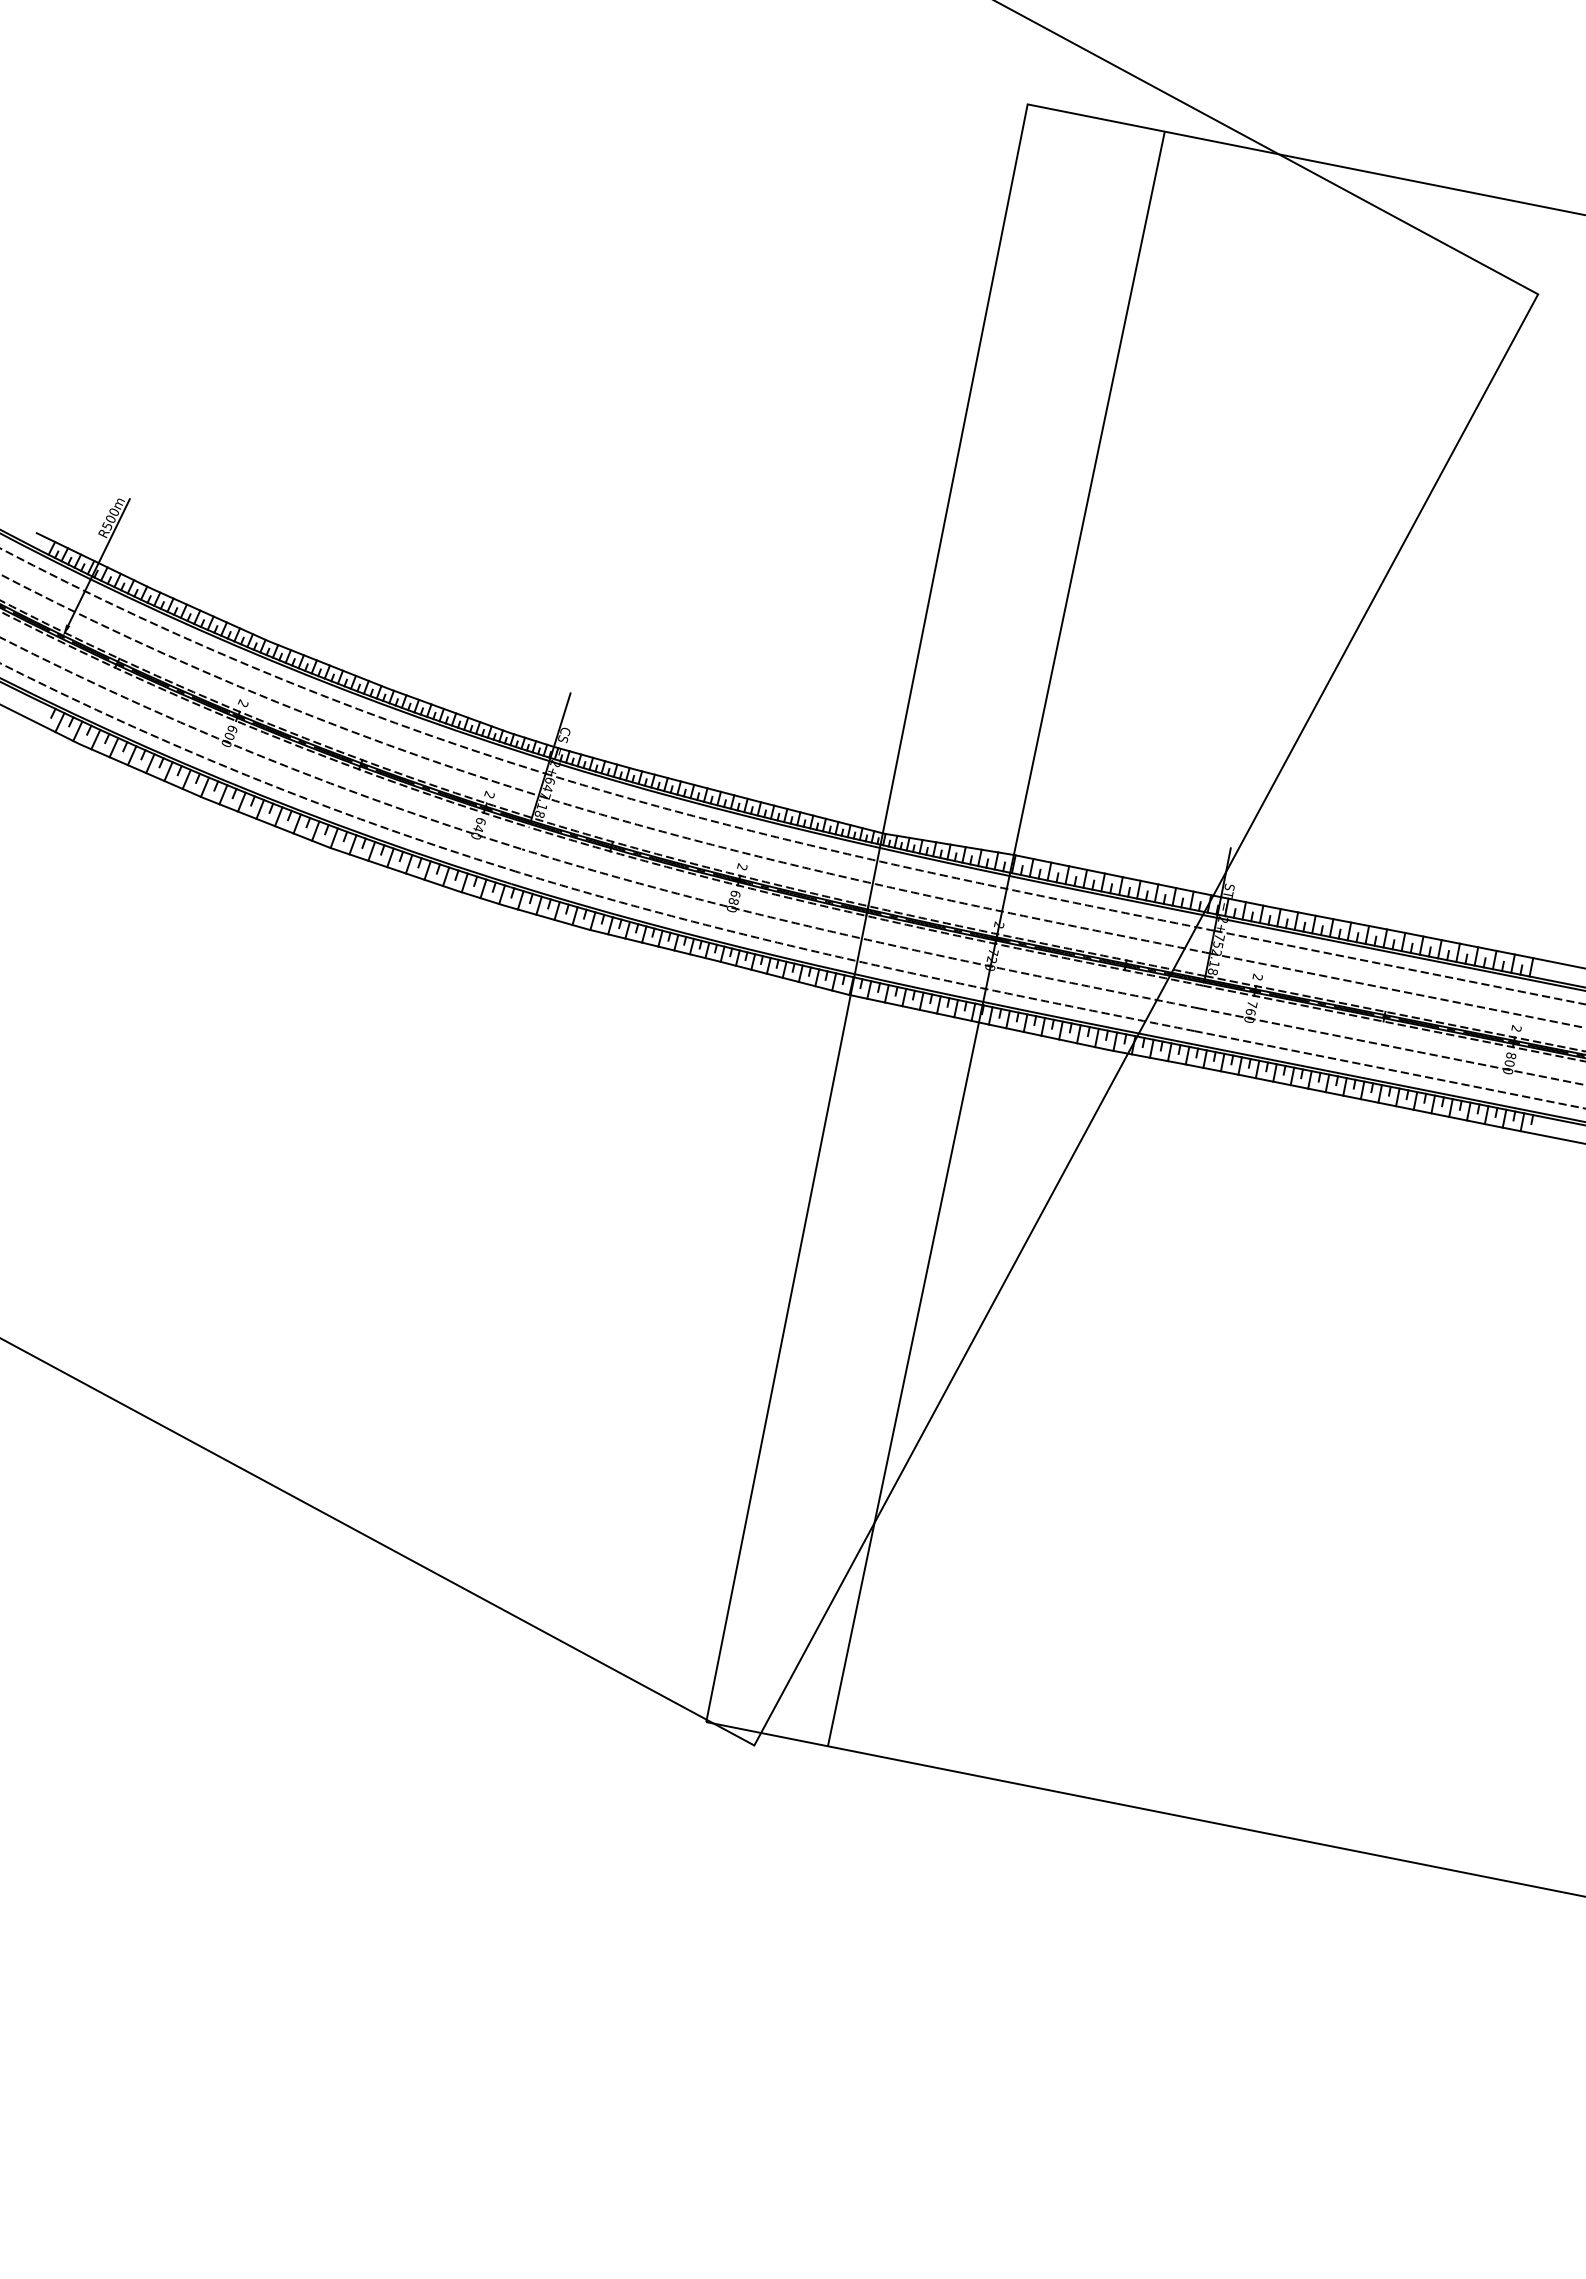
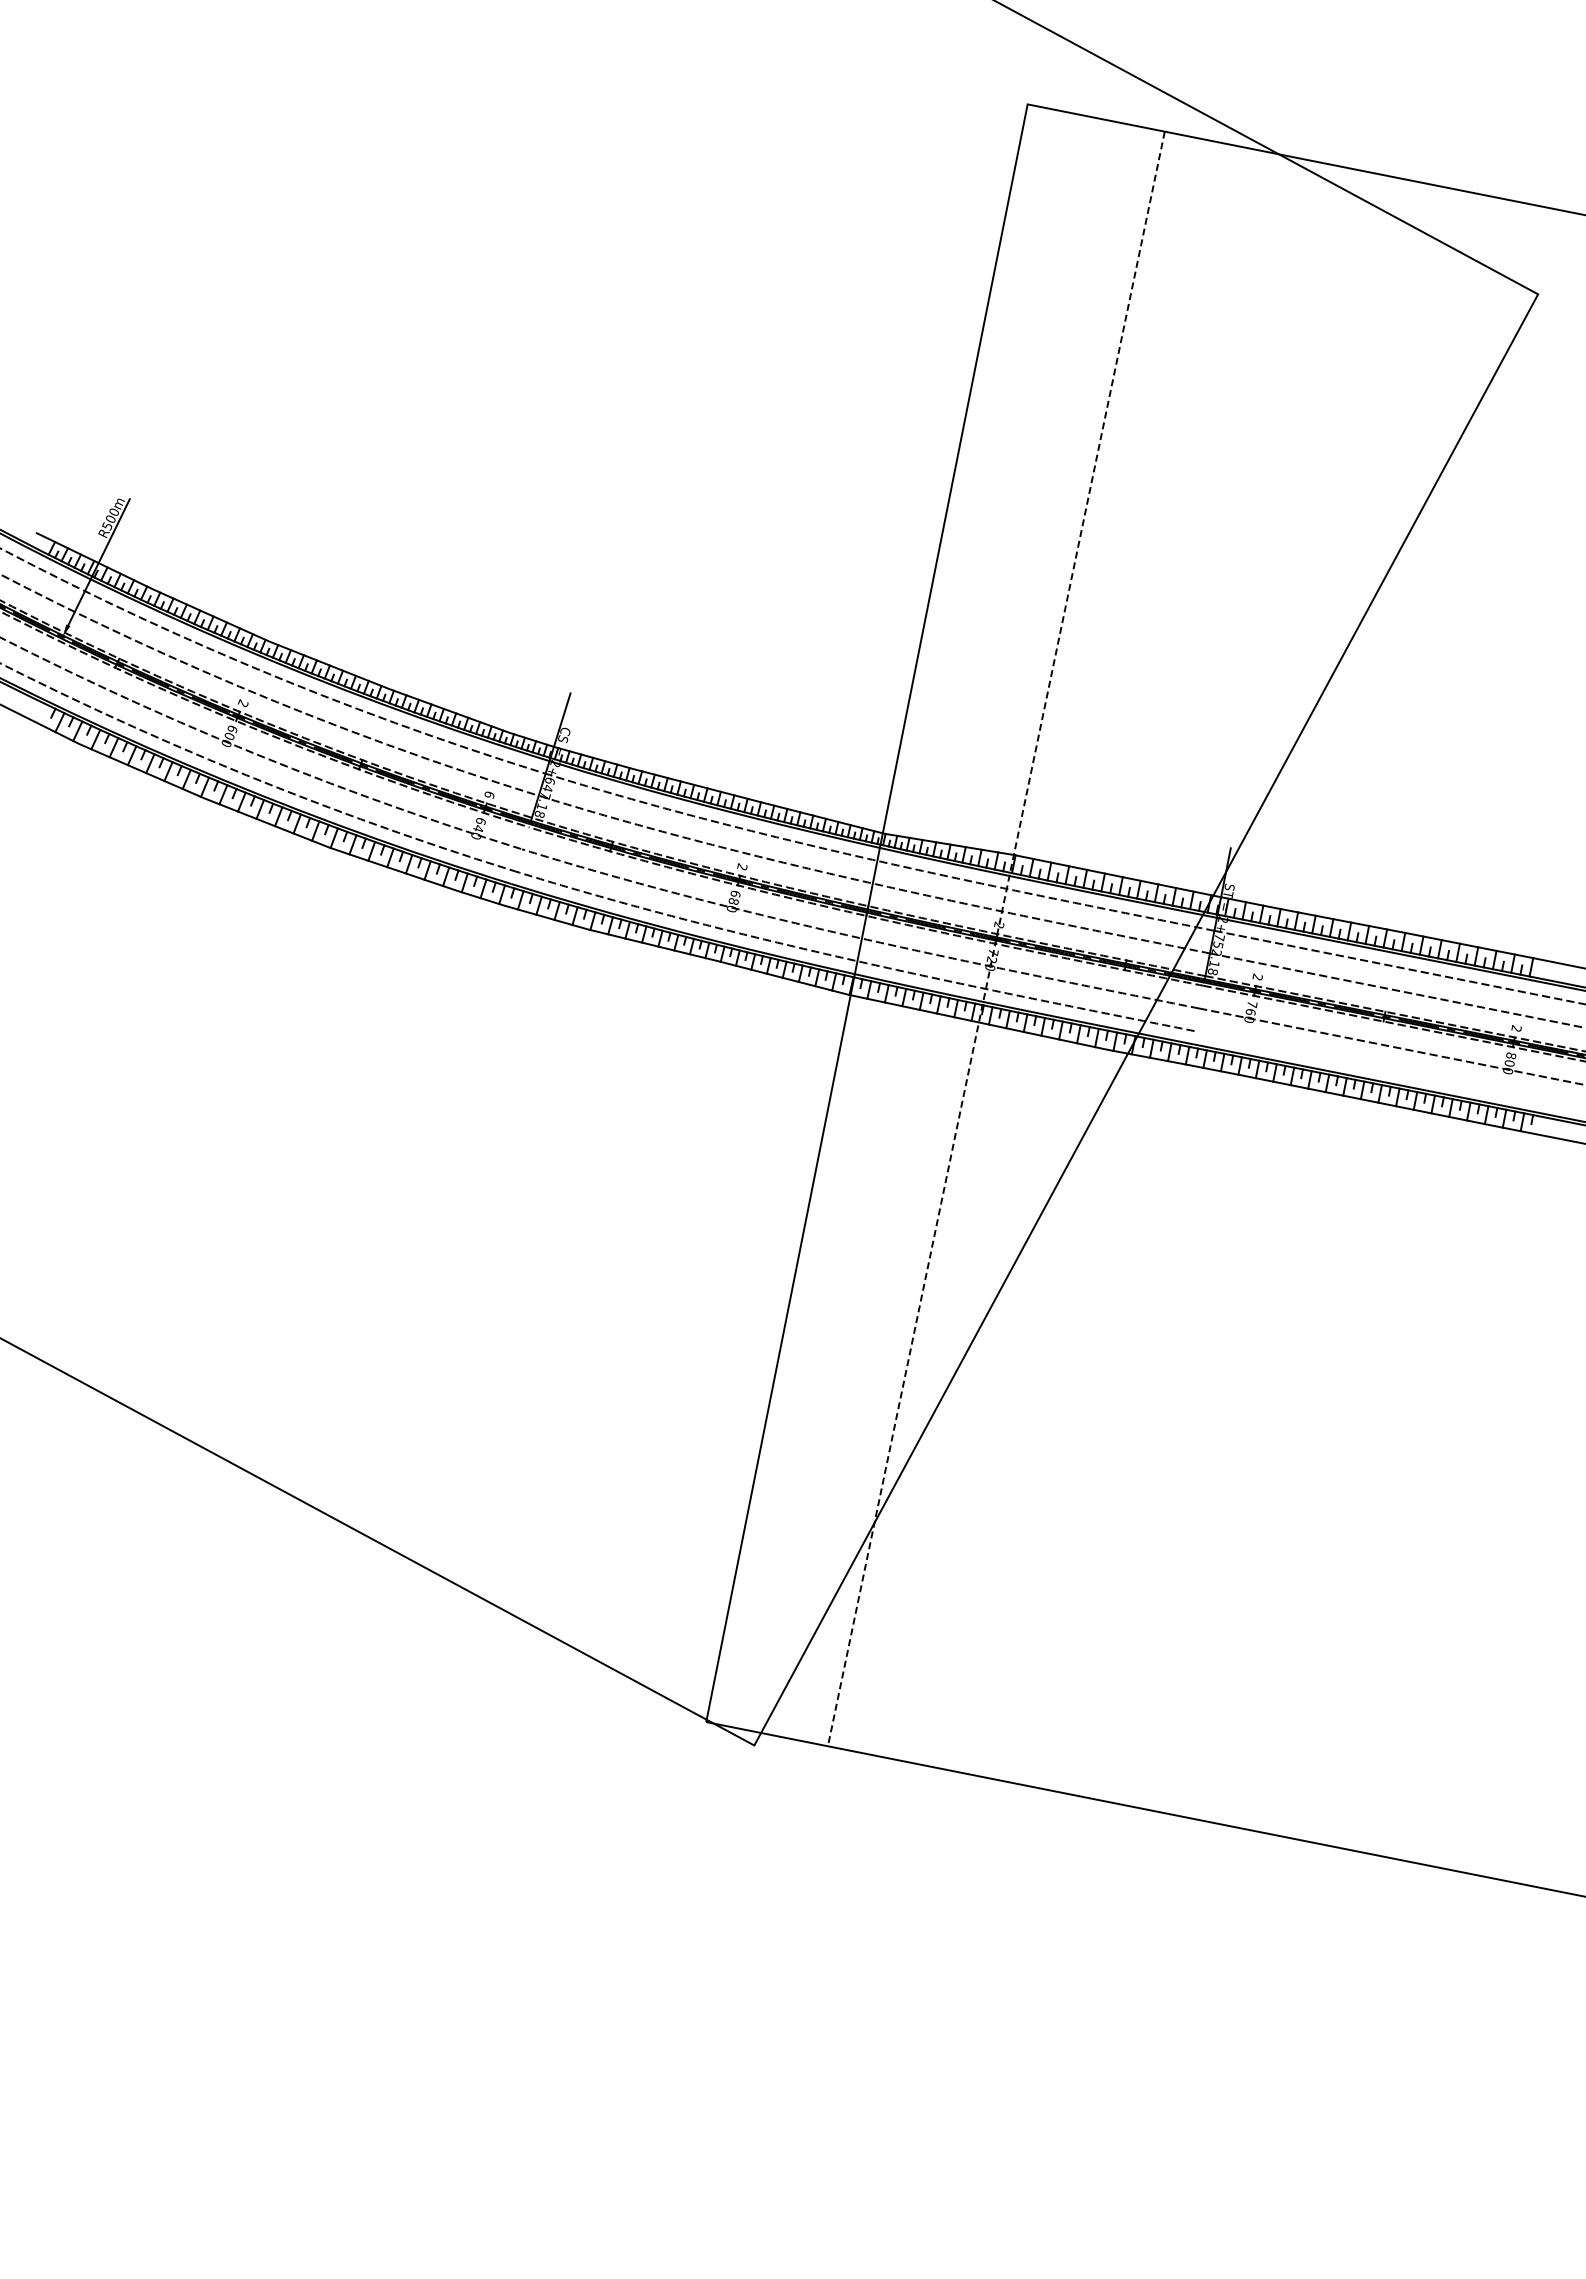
text at (489, 794): 2 -> 6
line at (996, 938): solid -> dashed
line at (1388, 1069): present -> none
